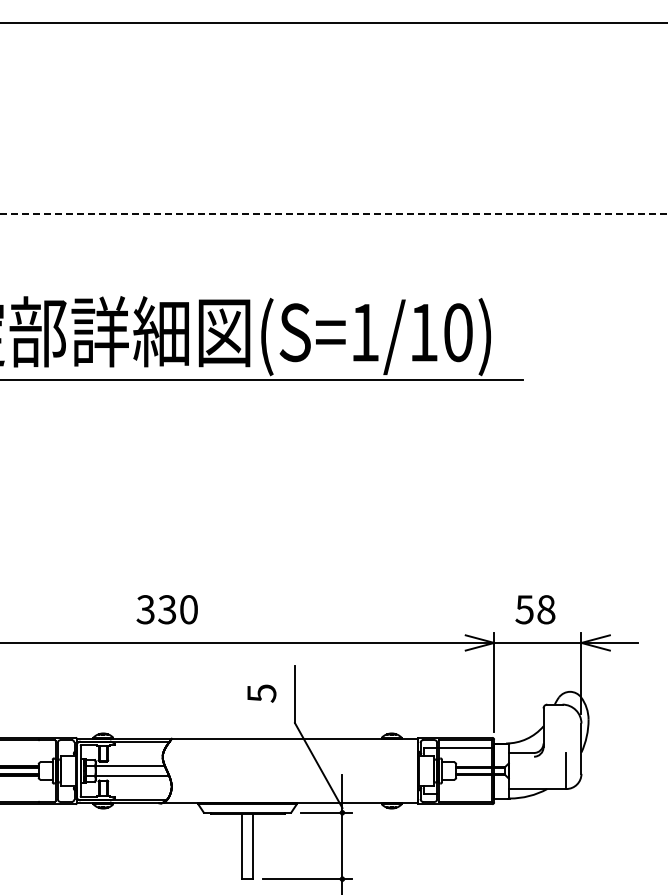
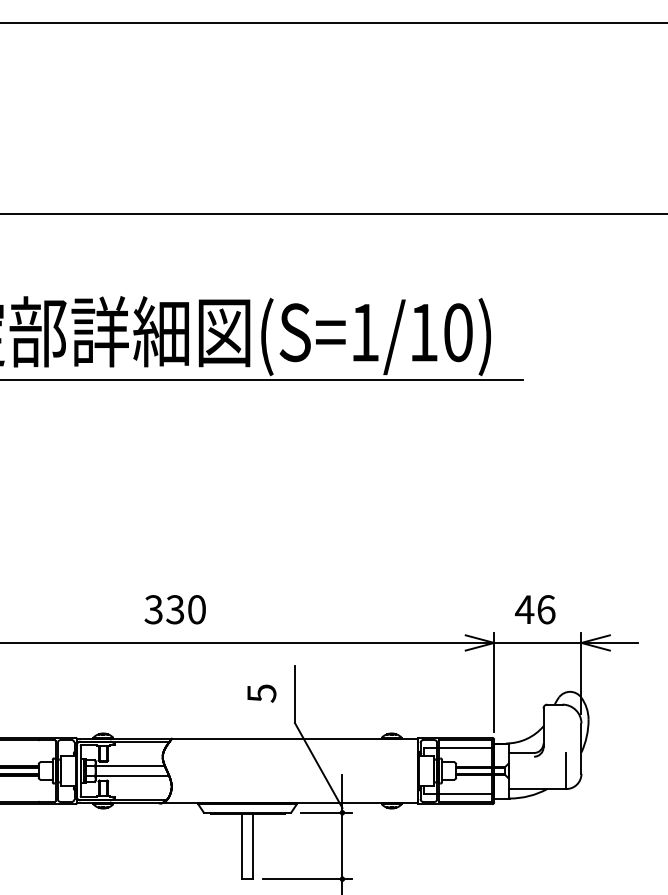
line at (333, 214): dashed -> solid
text at (166, 609) position: (166, 609) -> (174, 609)
text at (535, 609): 58 -> 46
line at (465, 793): none -> present
